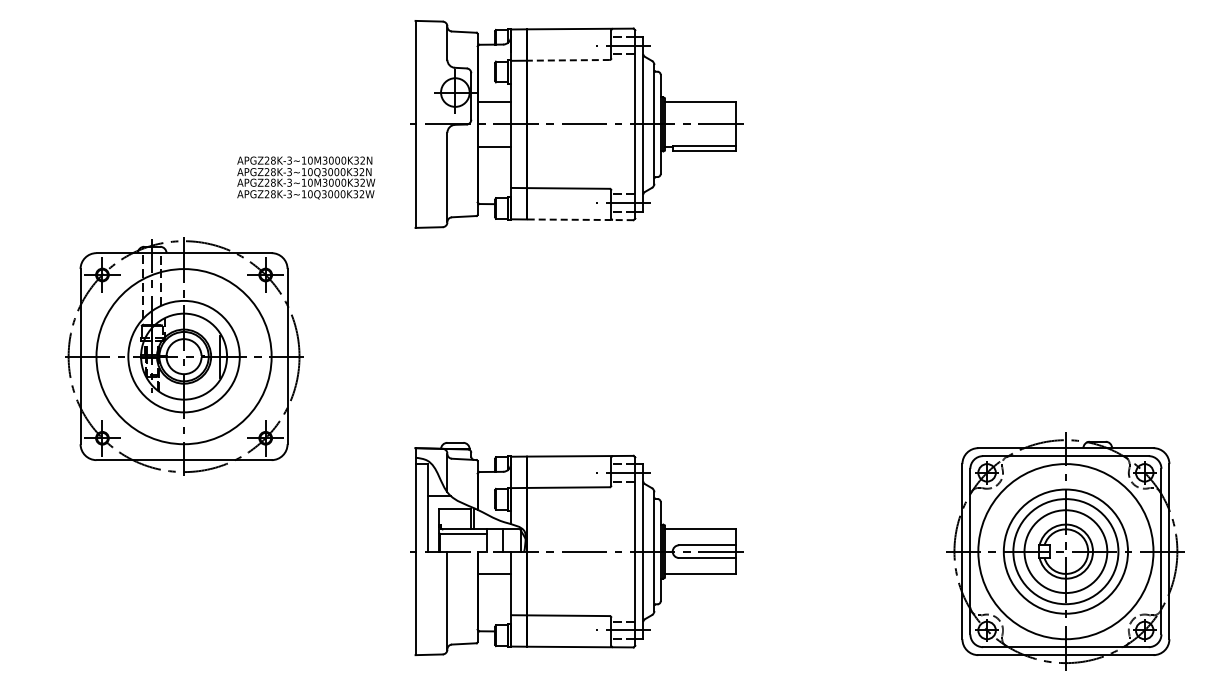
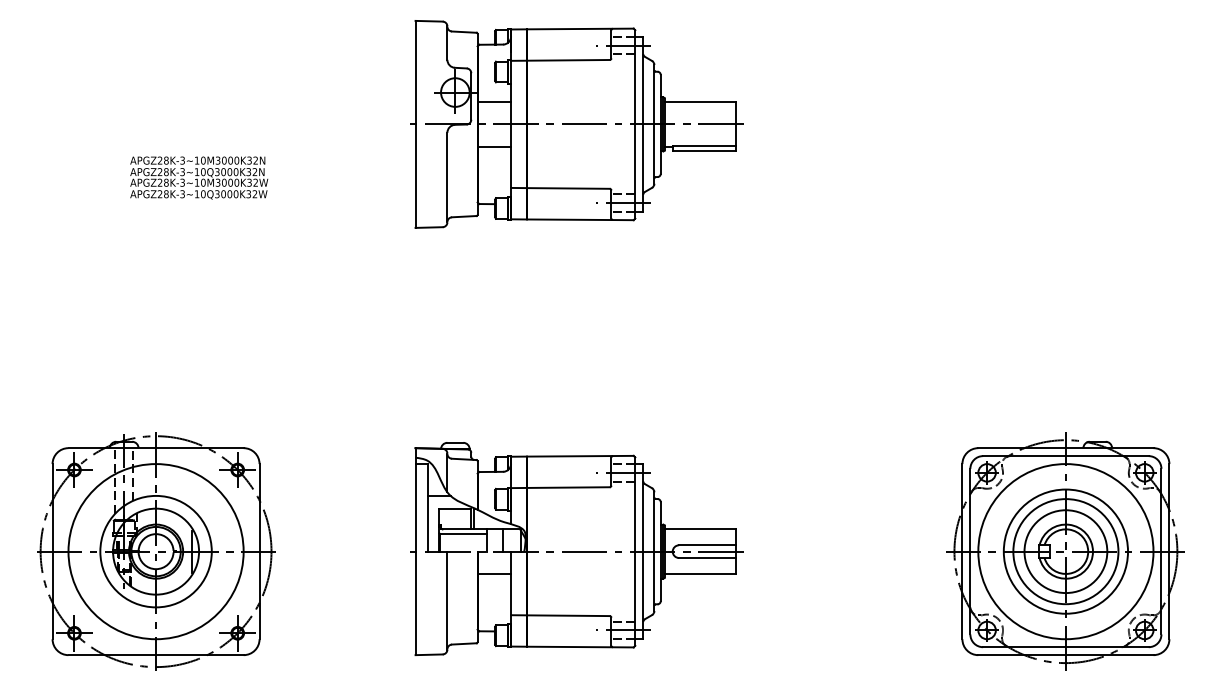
line at (567, 60): dashed -> solid
text at (306, 177) position: (306, 177) -> (199, 177)
line at (579, 219): dashed -> solid
part at (184, 356) position: (184, 356) -> (156, 551)
